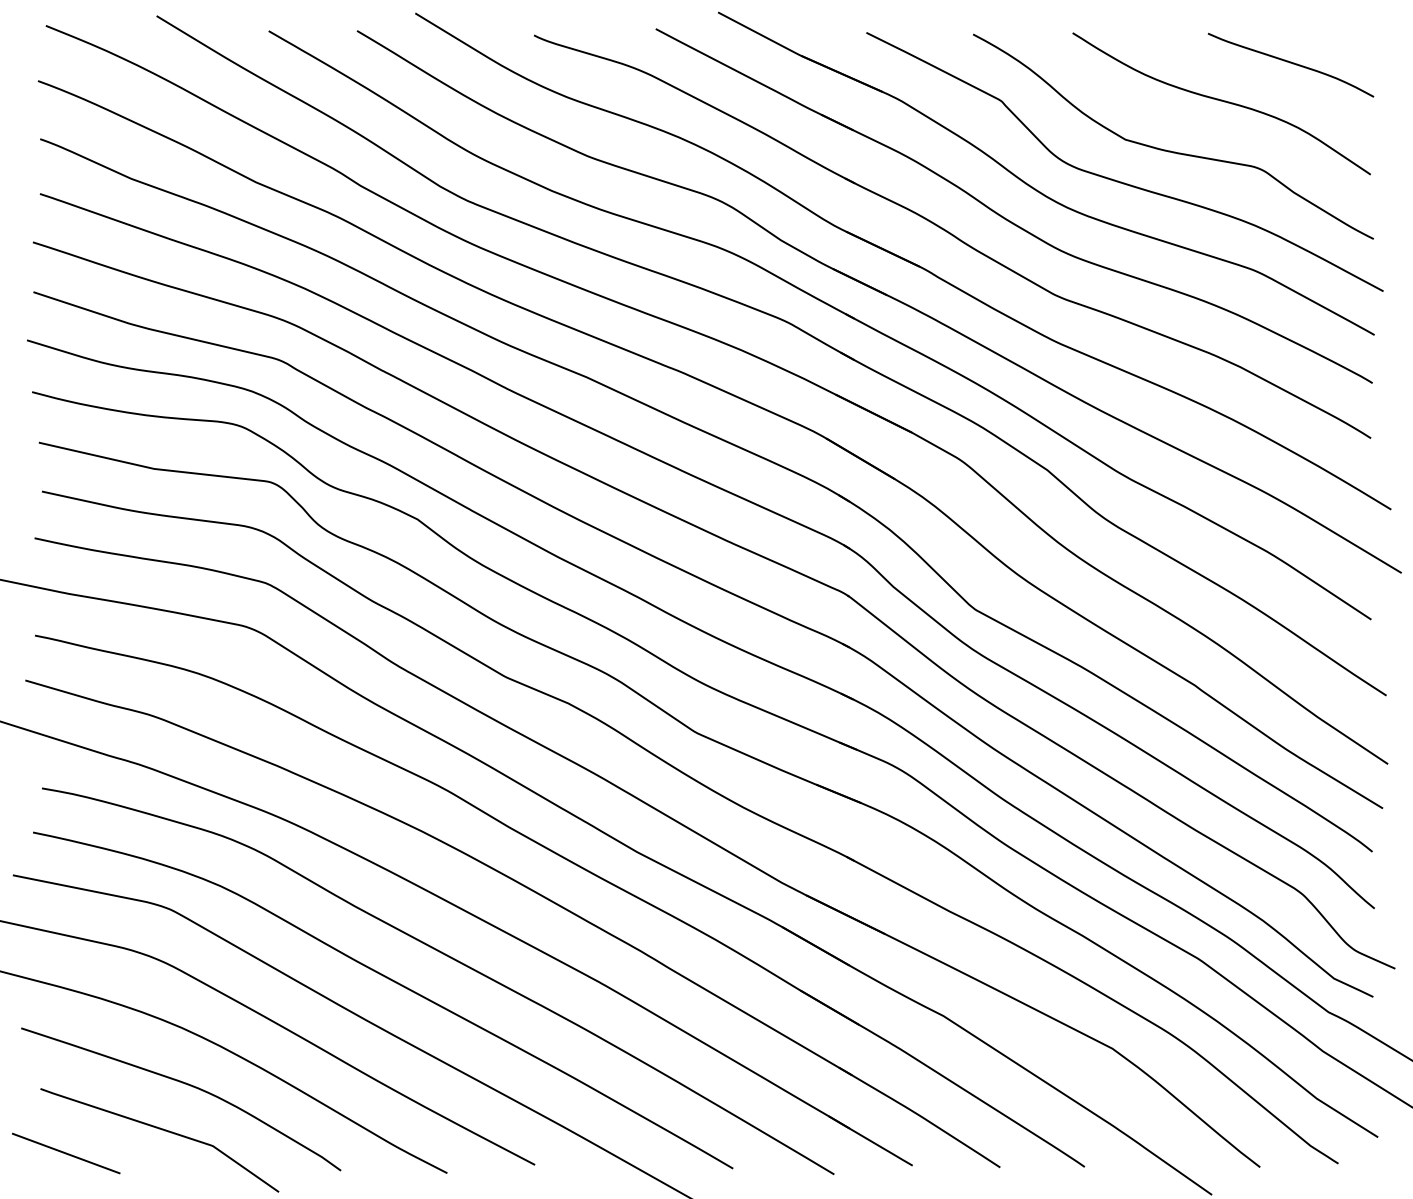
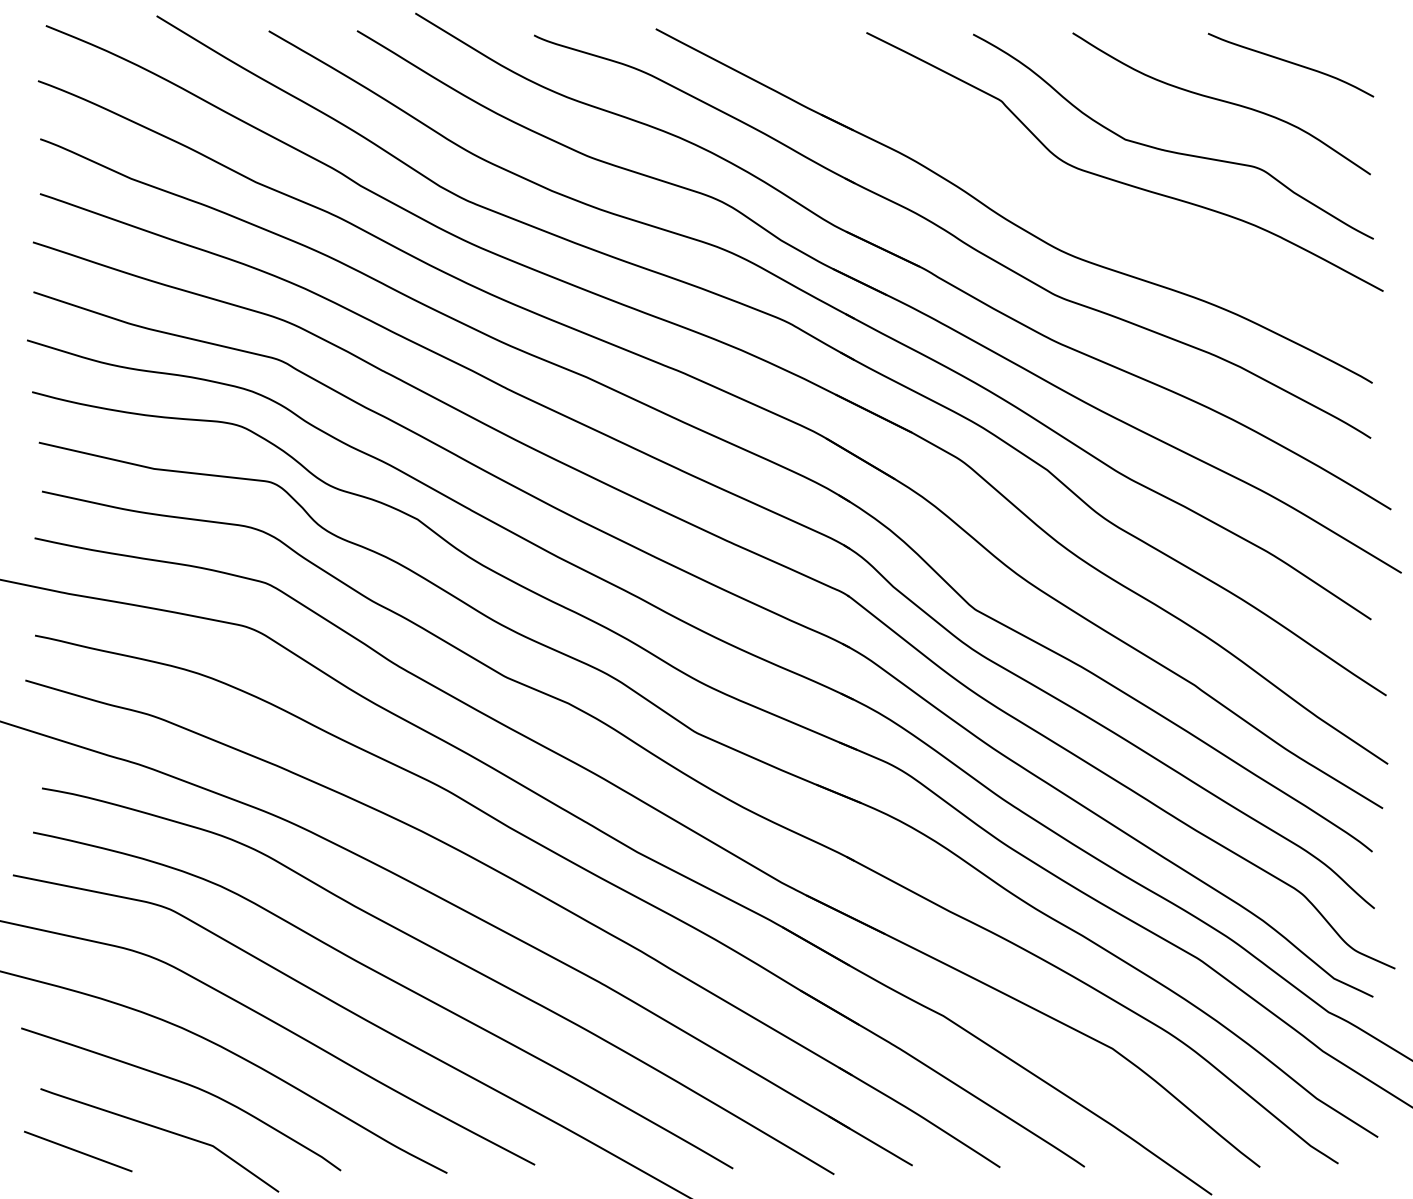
part at (1037, 189): present -> none
line at (66, 1153) position: (66, 1153) -> (78, 1151)
